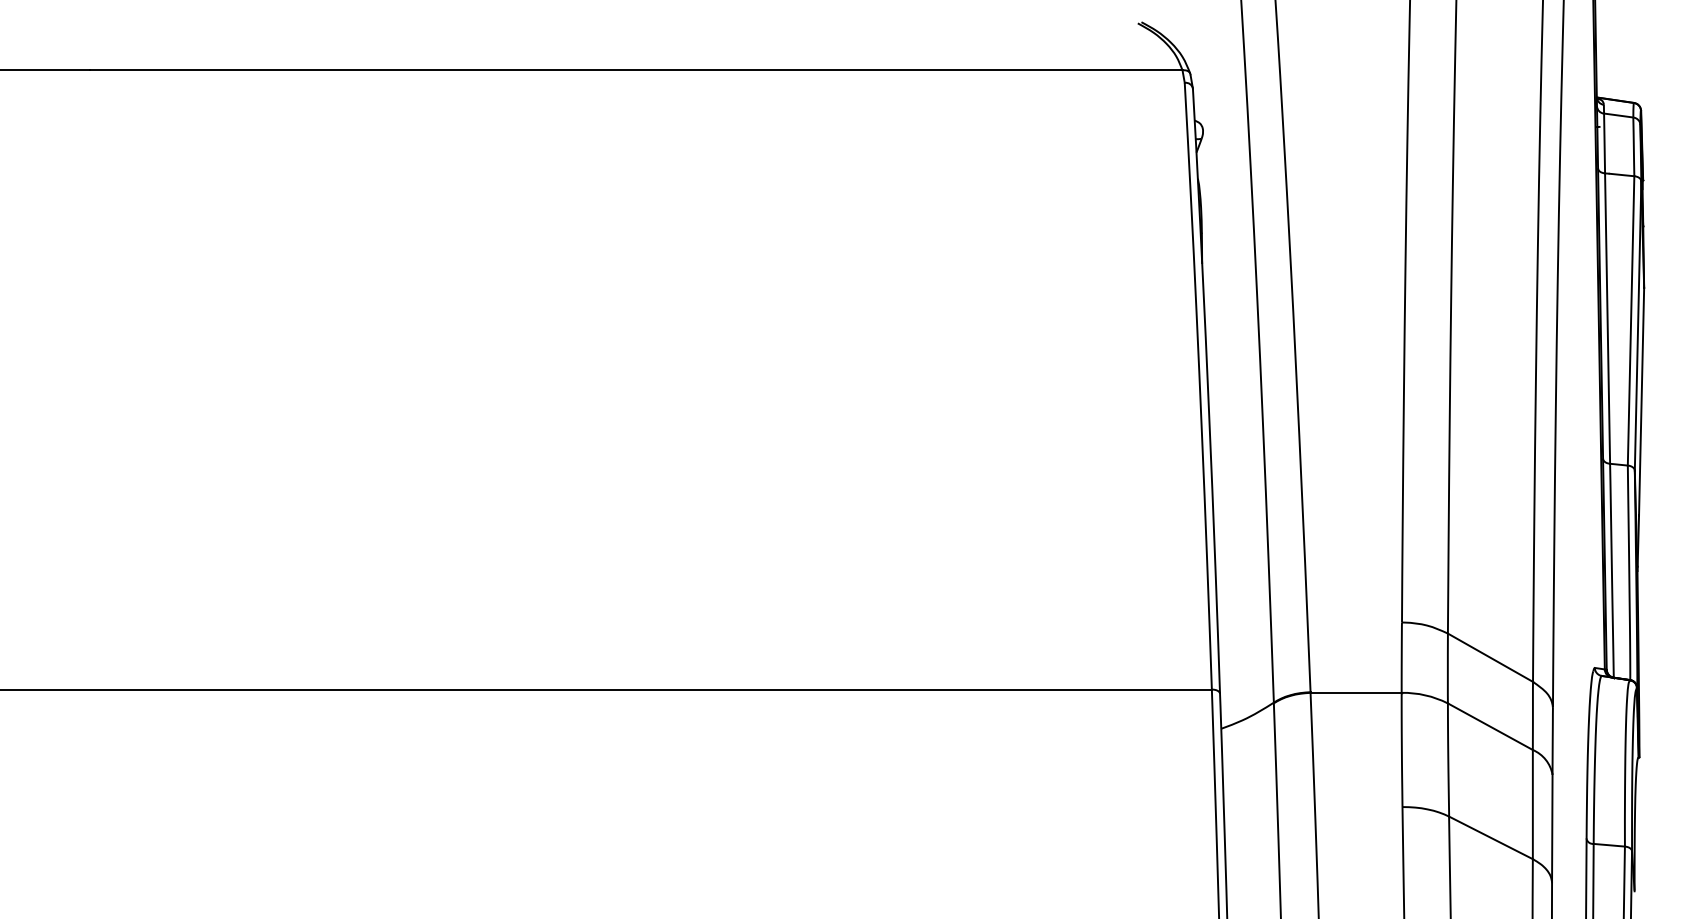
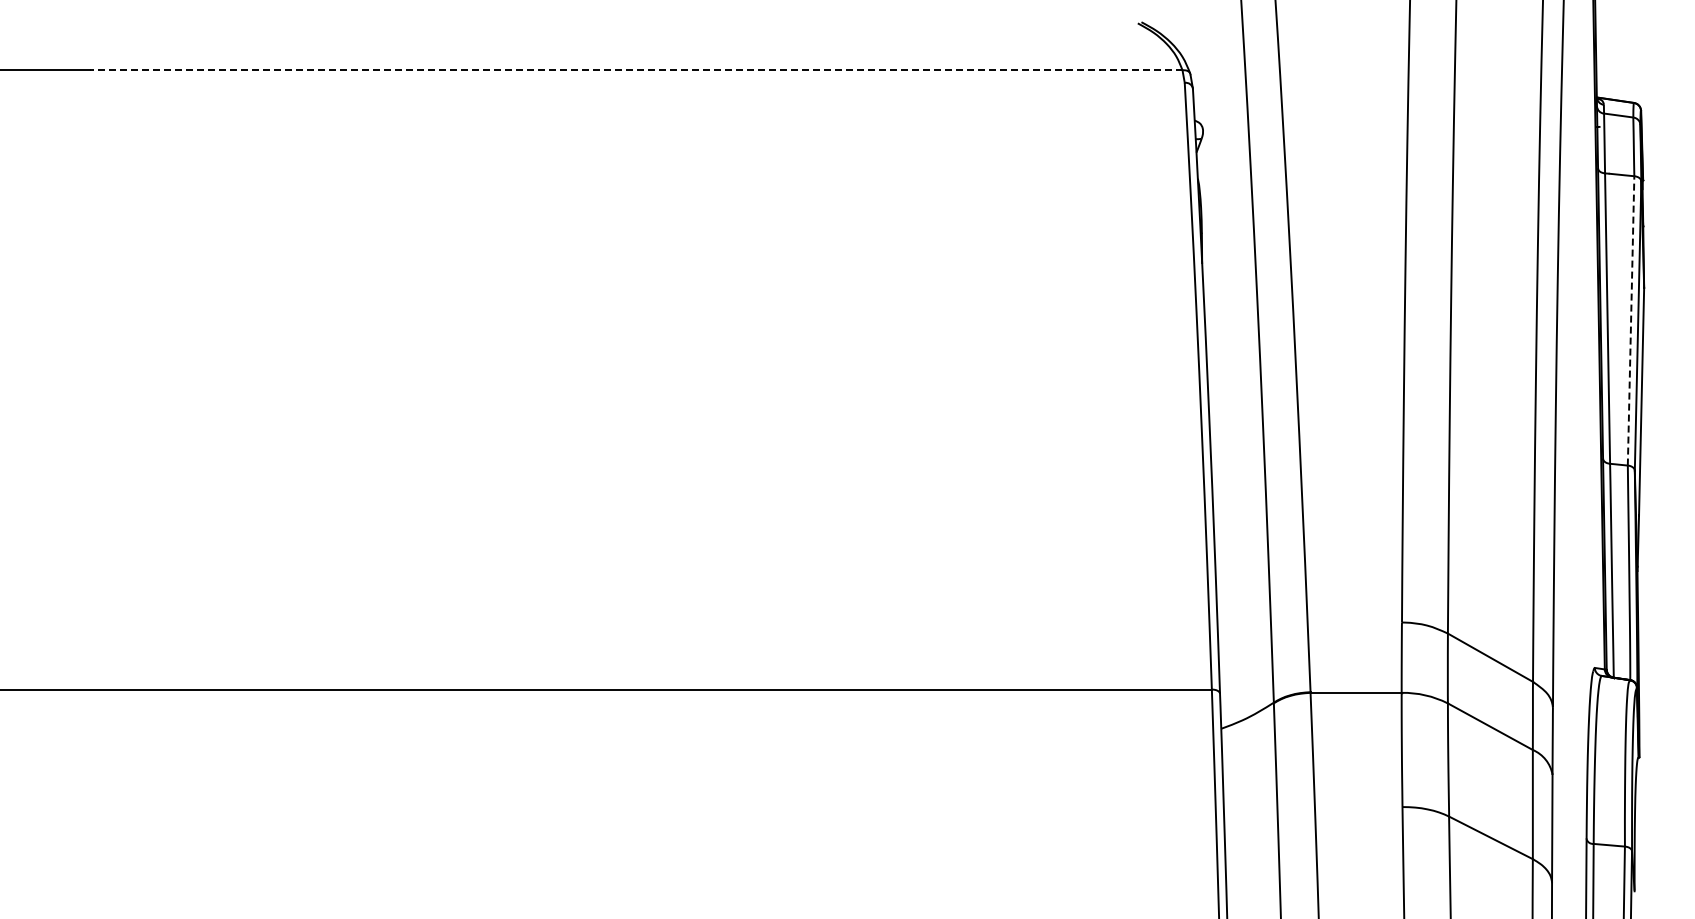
line at (635, 70): solid -> dashed
line at (1631, 320): solid -> dashed
